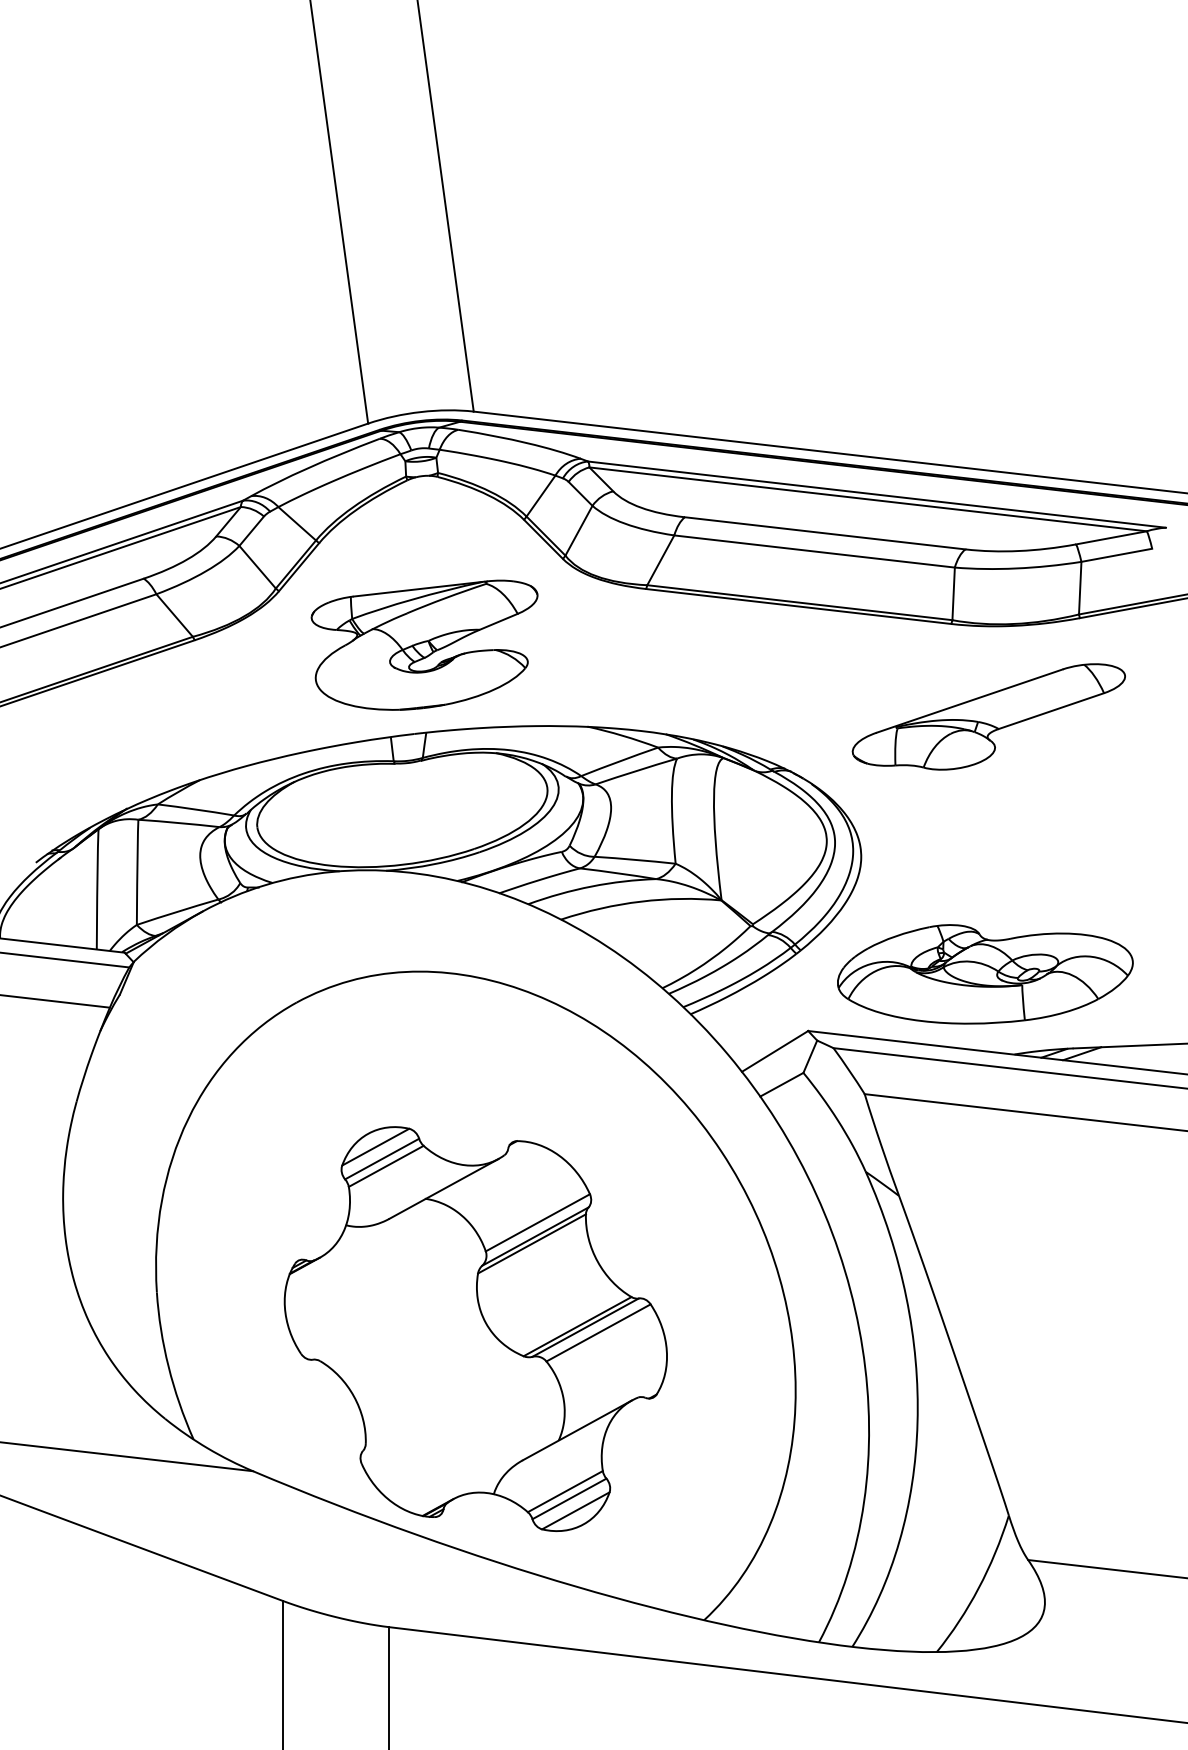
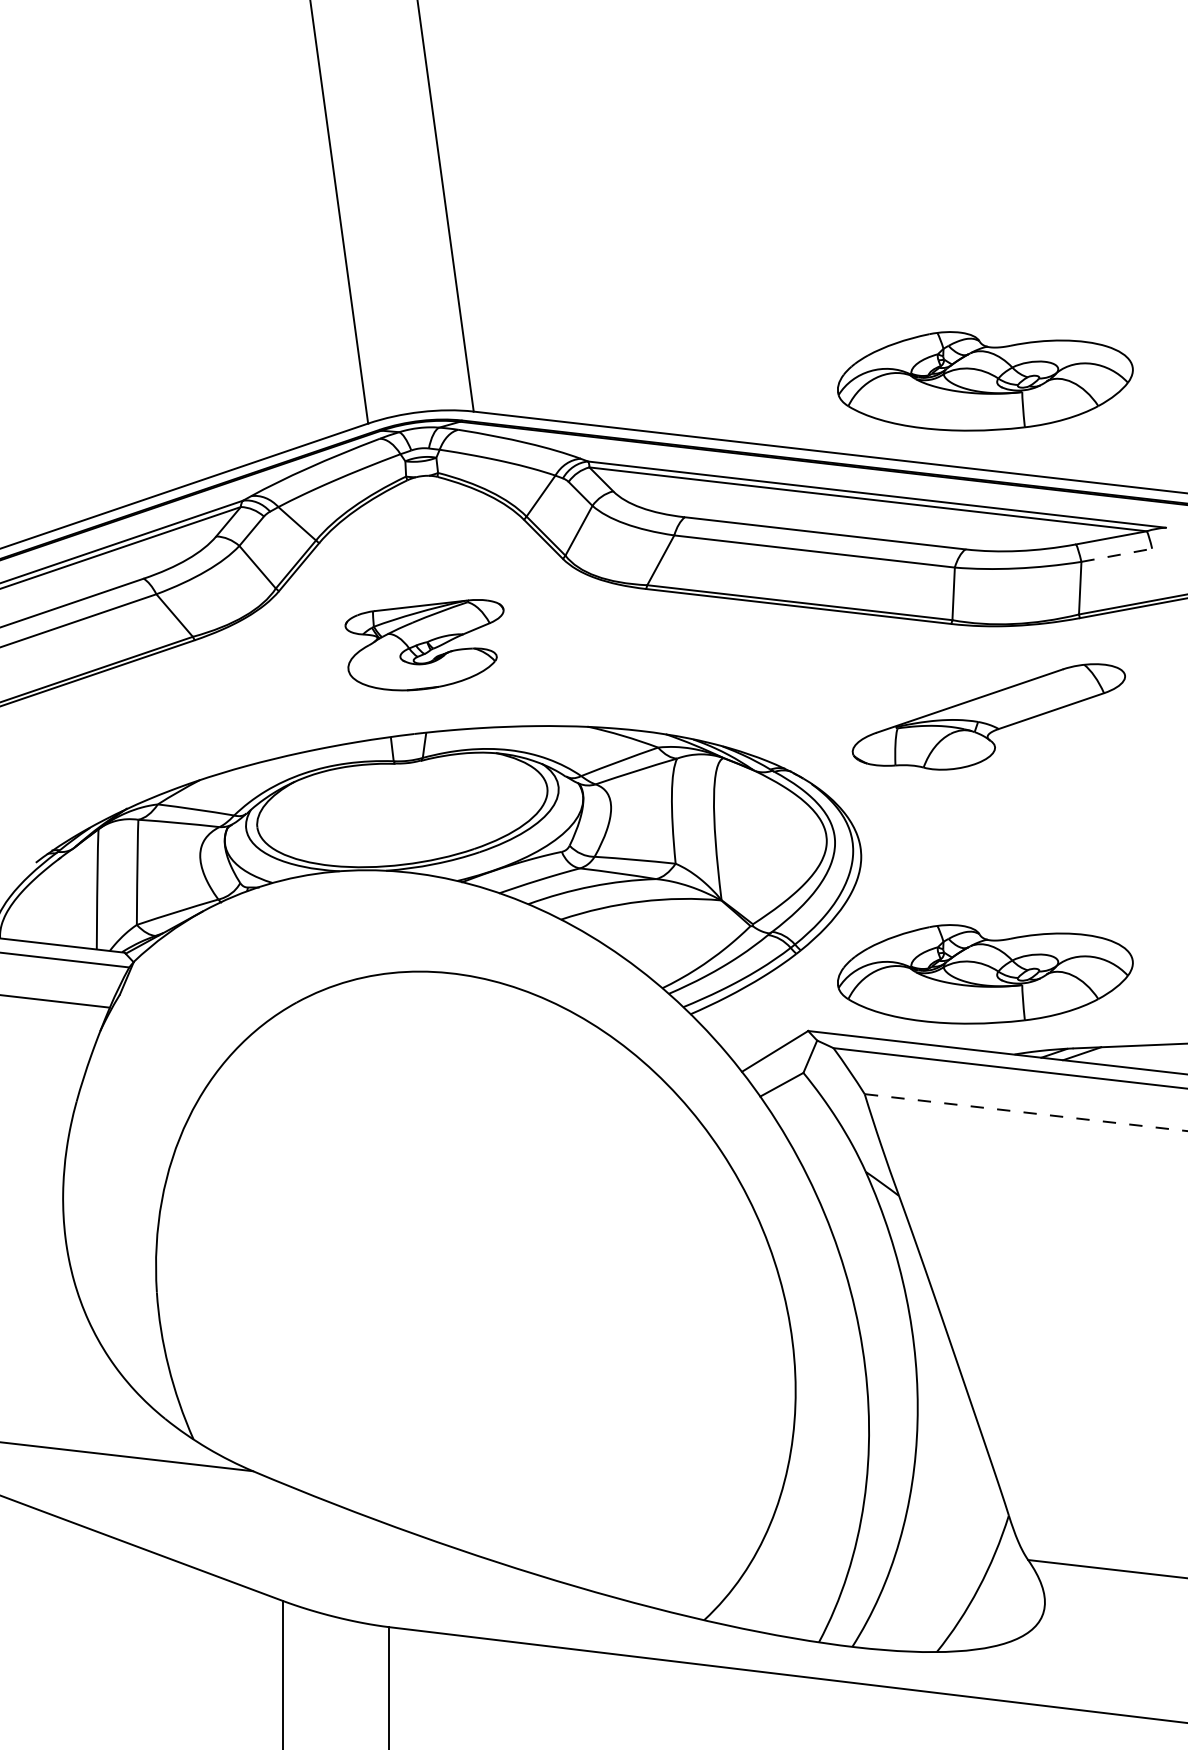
part at (985, 381): none -> present
line at (1116, 555): solid -> dashed
part at (424, 644) size: 229x132 px -> 161x93 px
line at (1025, 1112): solid -> dashed
part at (475, 1328): present -> none
